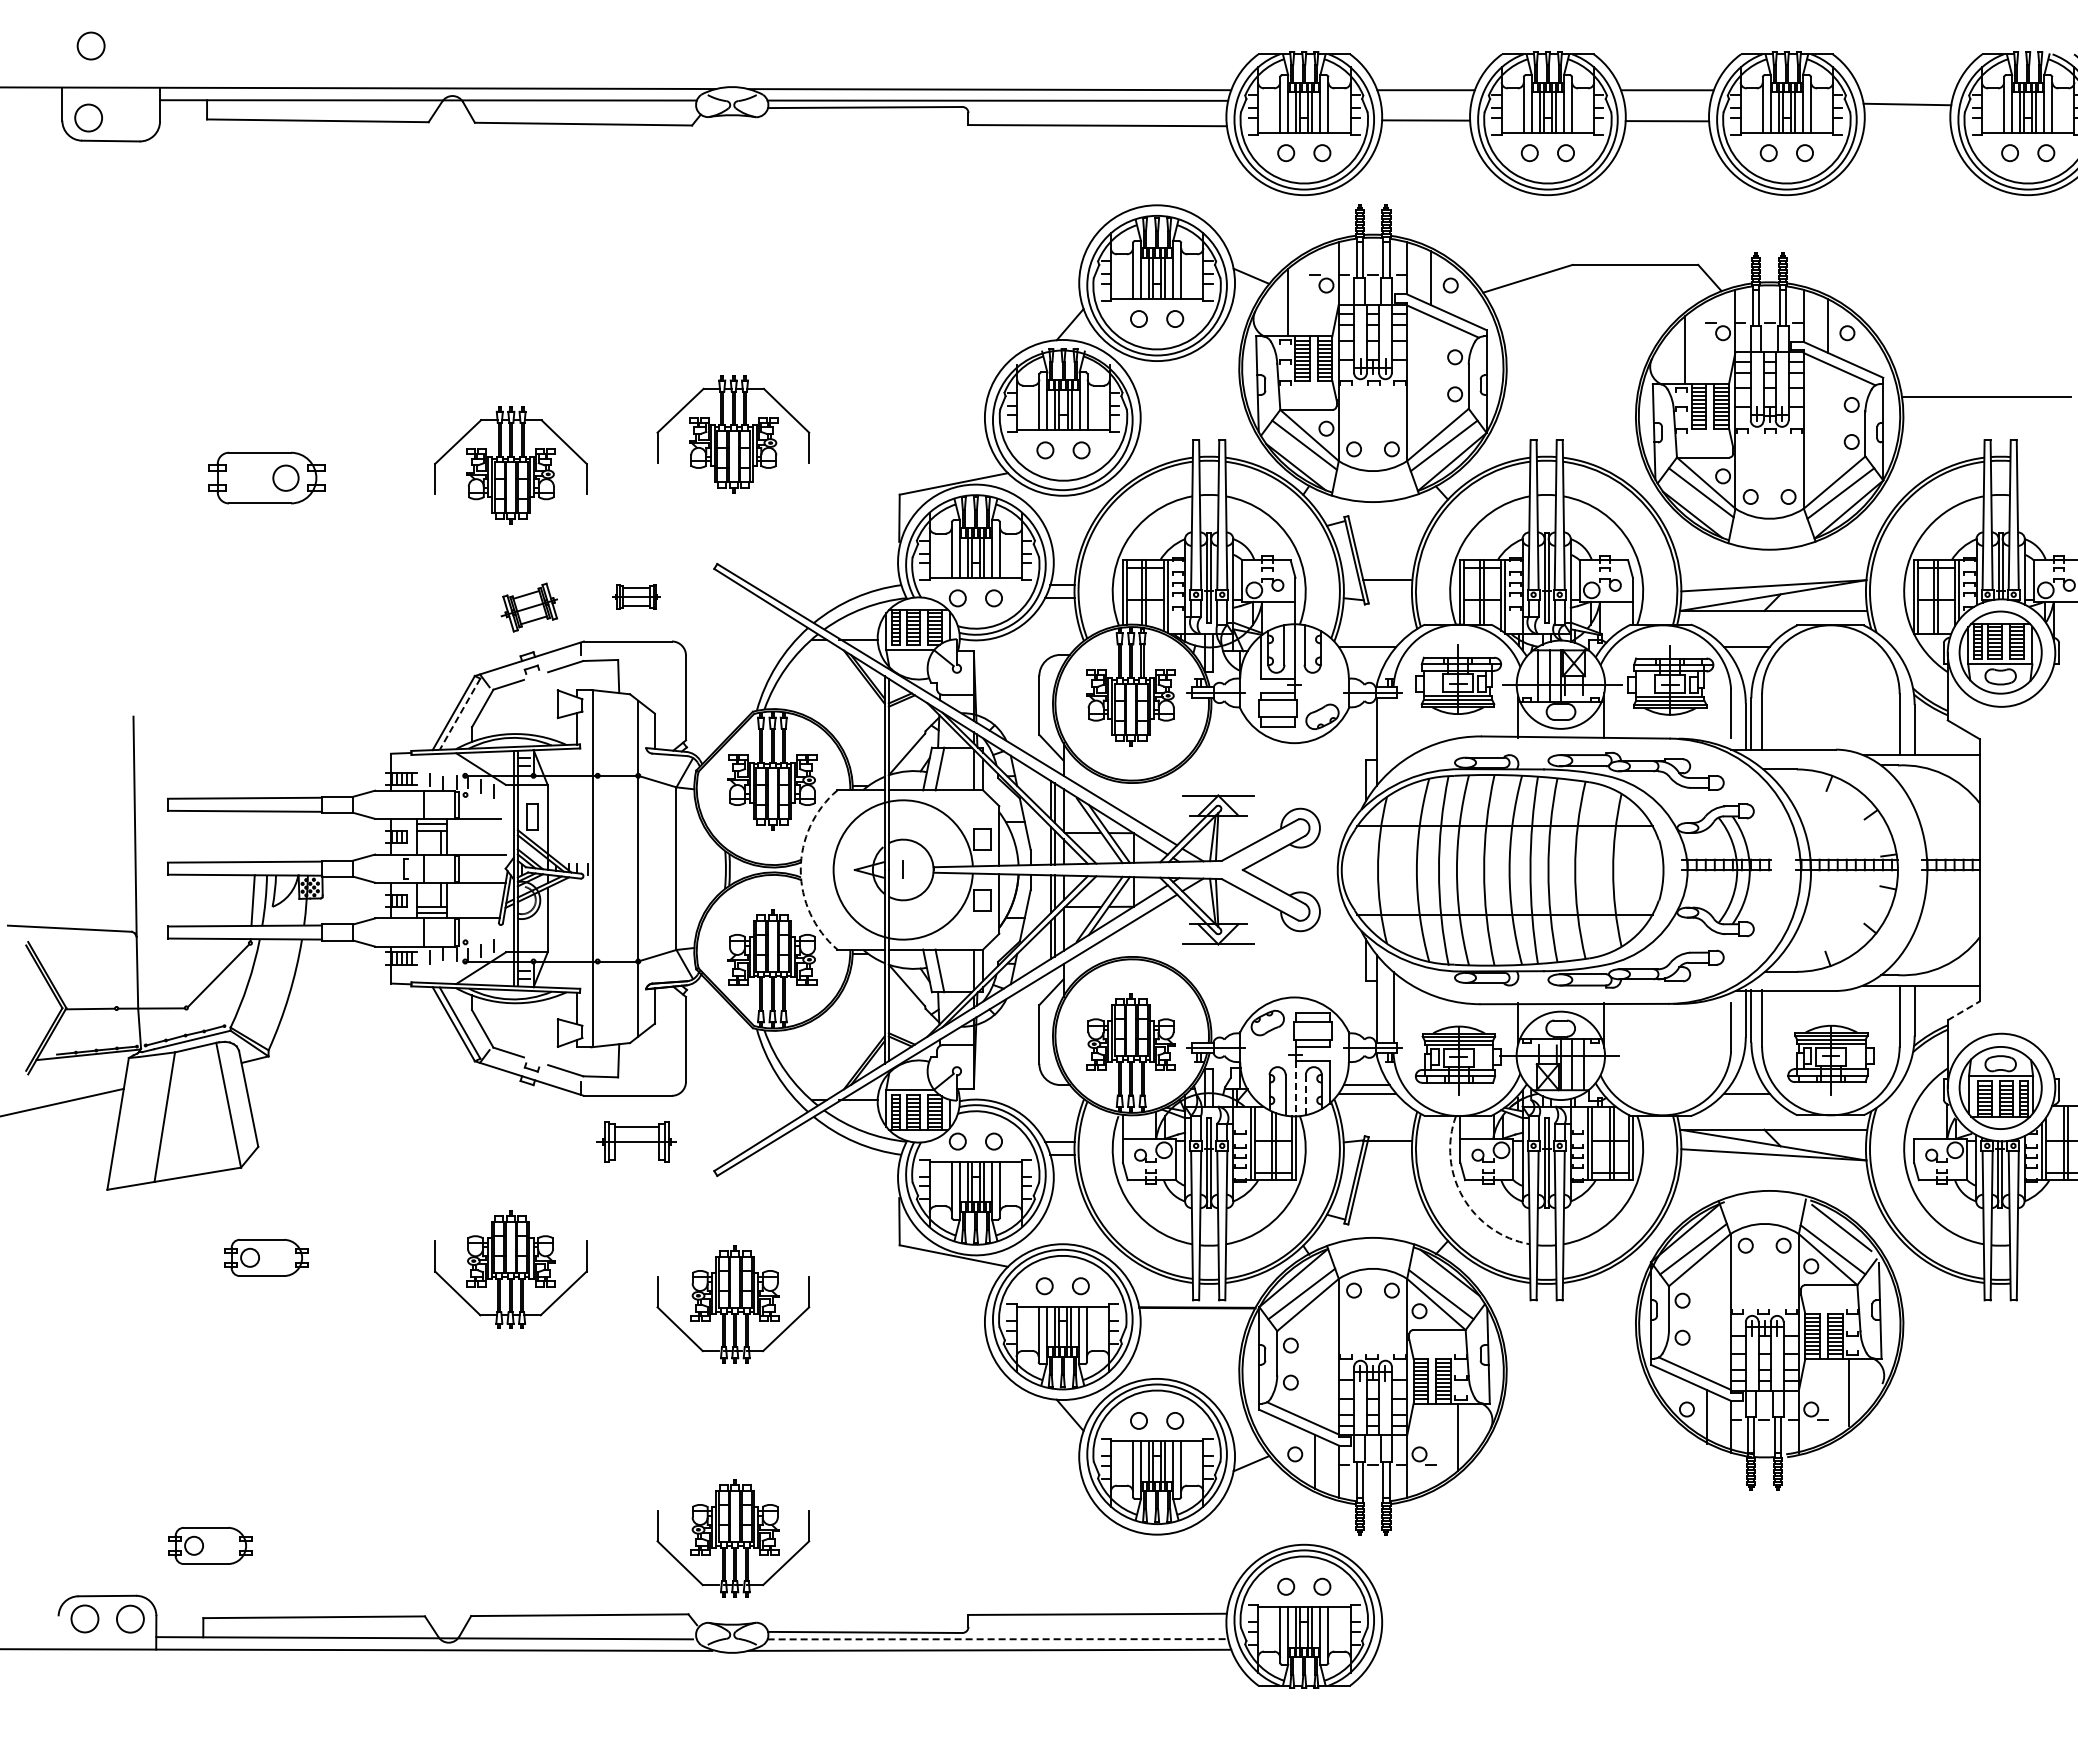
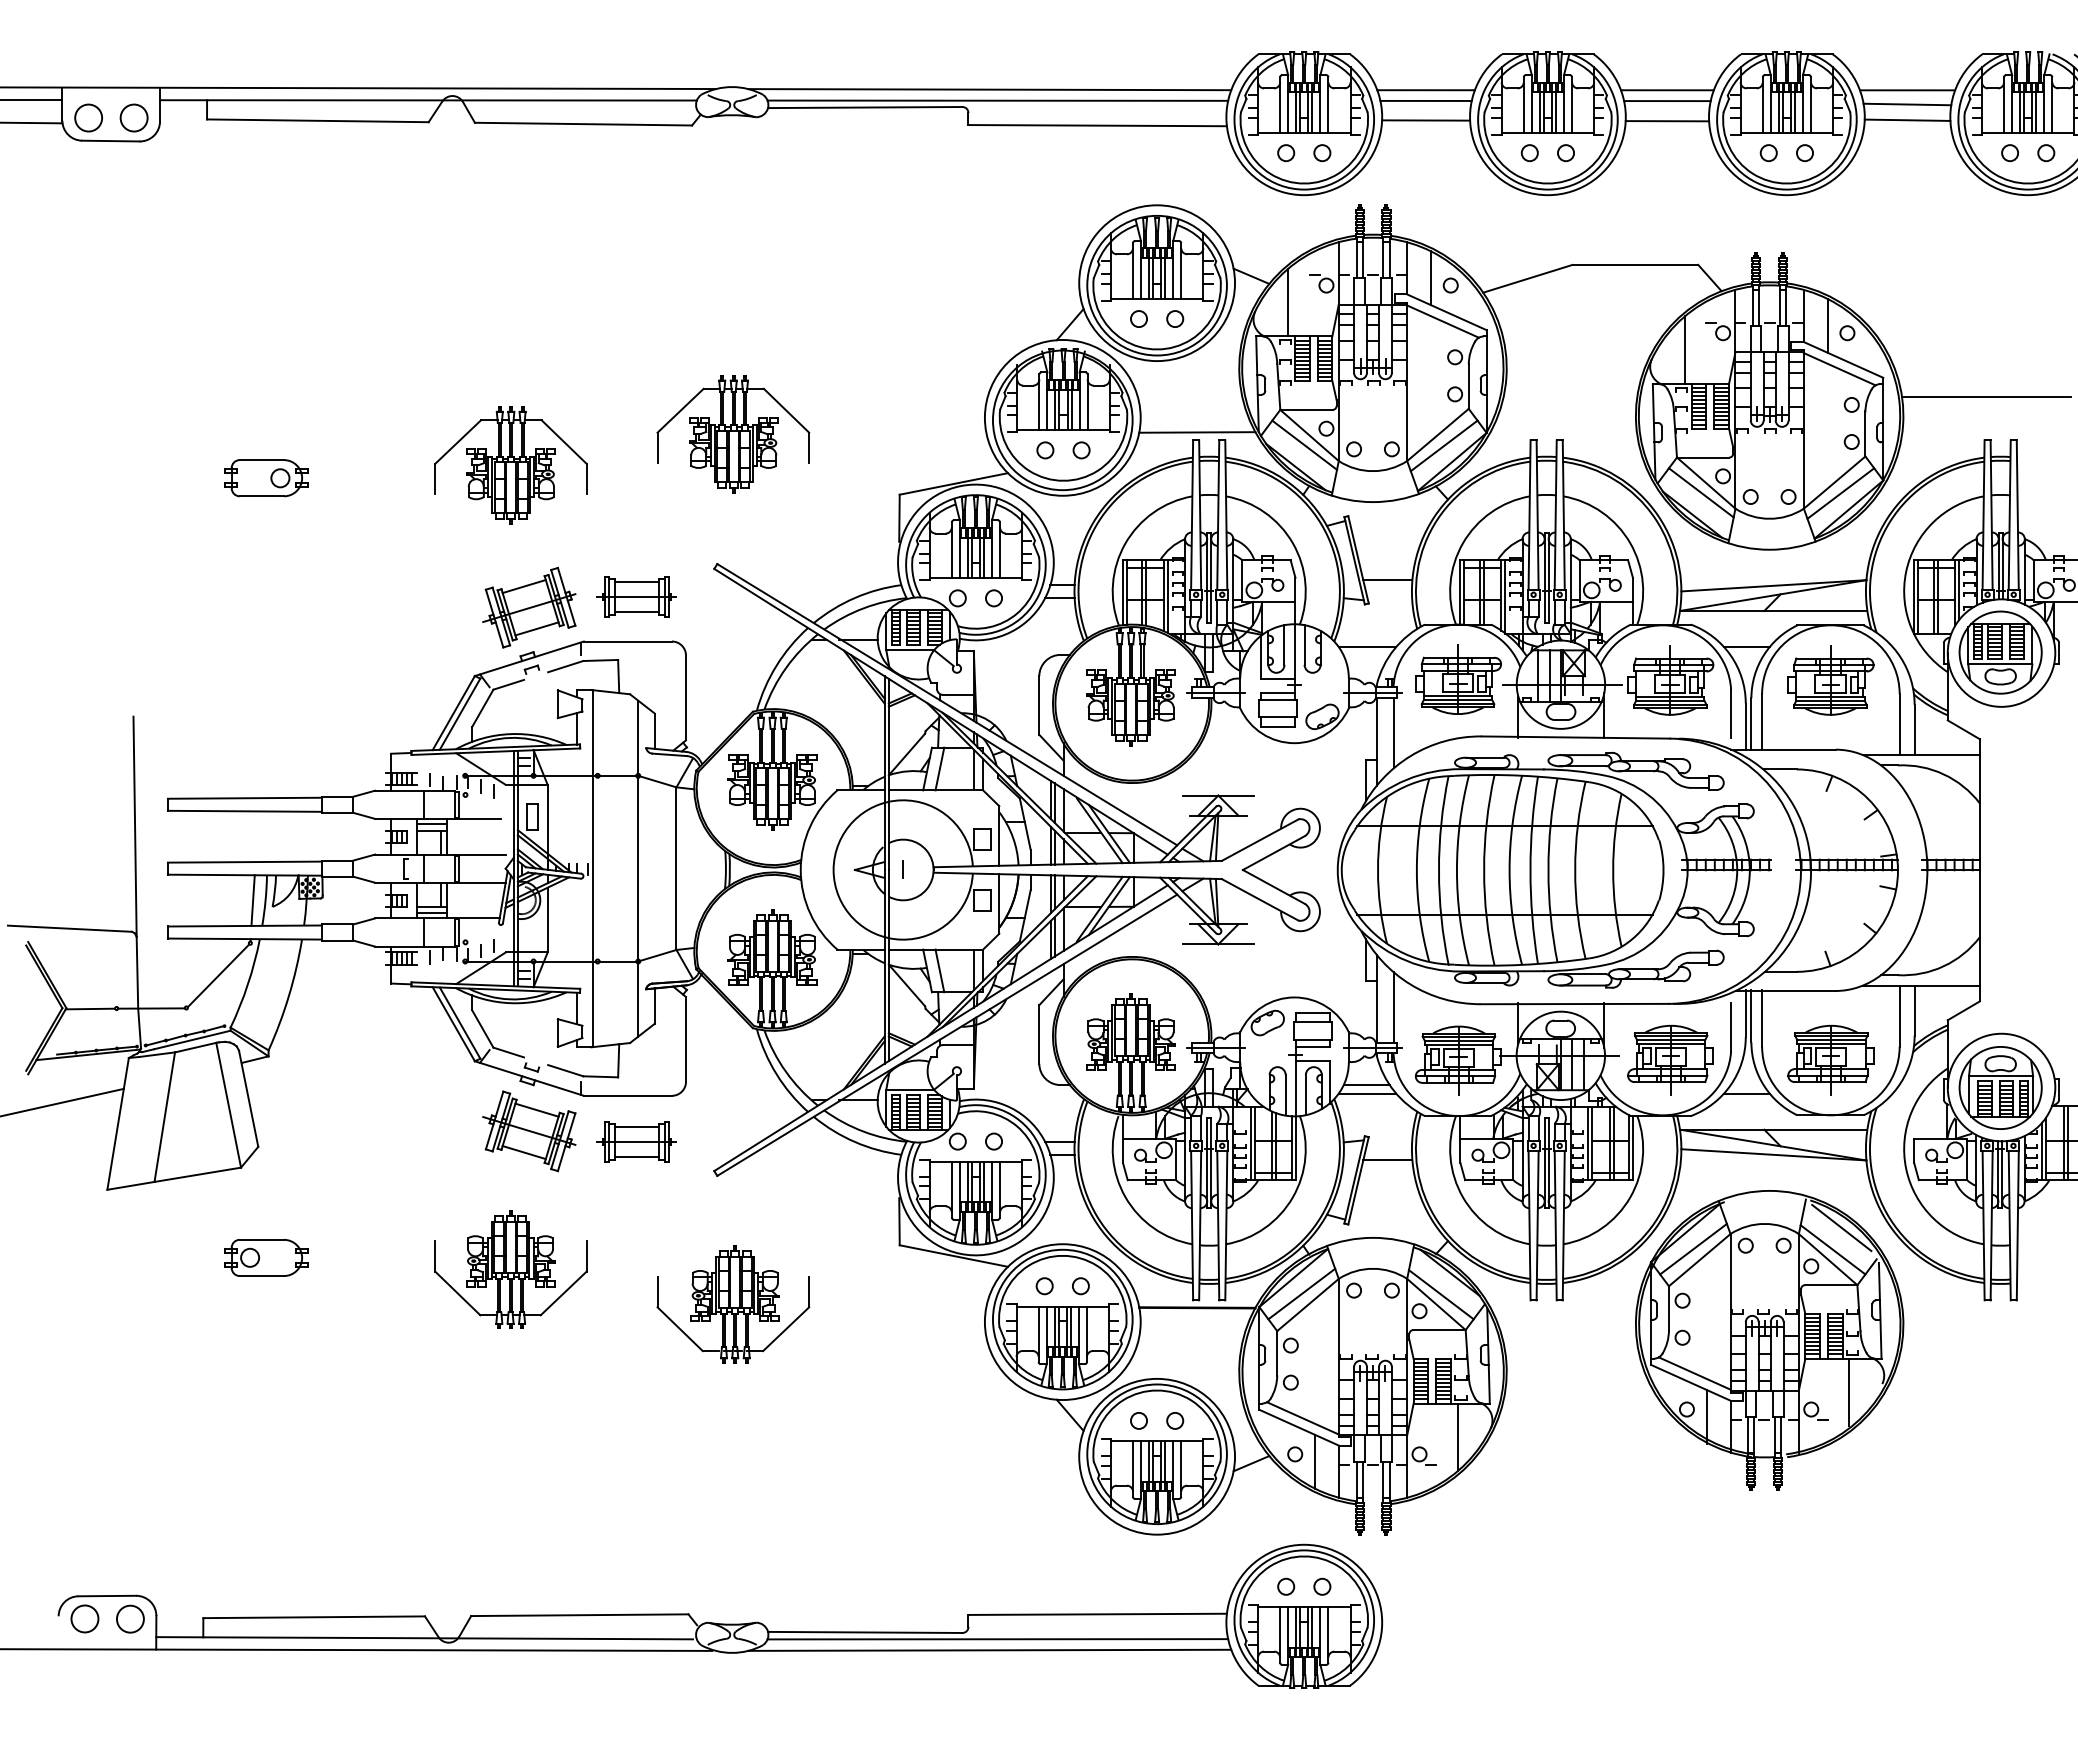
circle at (90, 45) position: (90, 45) -> (133, 117)
line at (1907, 90): none -> present
line at (32, 100): none -> present
line at (1425, 100): none -> present
line at (1667, 101): none -> present
line at (1907, 119): none -> present
line at (32, 122): none -> present
line at (1197, 432): none -> present
part at (266, 477) size: 118x54 px -> 85x39 px
part at (636, 596) size: 49x26 px -> 81x42 px
part at (529, 607) size: 59x51 px -> 95x83 px
part at (1830, 680): none -> present
line at (459, 714): dashed -> solid
line at (1393, 732): none -> present
arc at (800, 870): dashed -> solid
line at (1963, 1010): dashed -> solid
part at (1670, 1059): none -> present
line at (1295, 1089): dashed -> solid
line at (1305, 1094): dashed -> solid
part at (529, 1131): none -> present
line at (1387, 1141) position: (1387, 1141) -> (1387, 1160)
line at (636, 1156): none -> present
arc at (1463, 1197): dashed -> solid
part at (733, 1538): present -> none
part at (210, 1545): present -> none
line at (998, 1639): dashed -> solid
